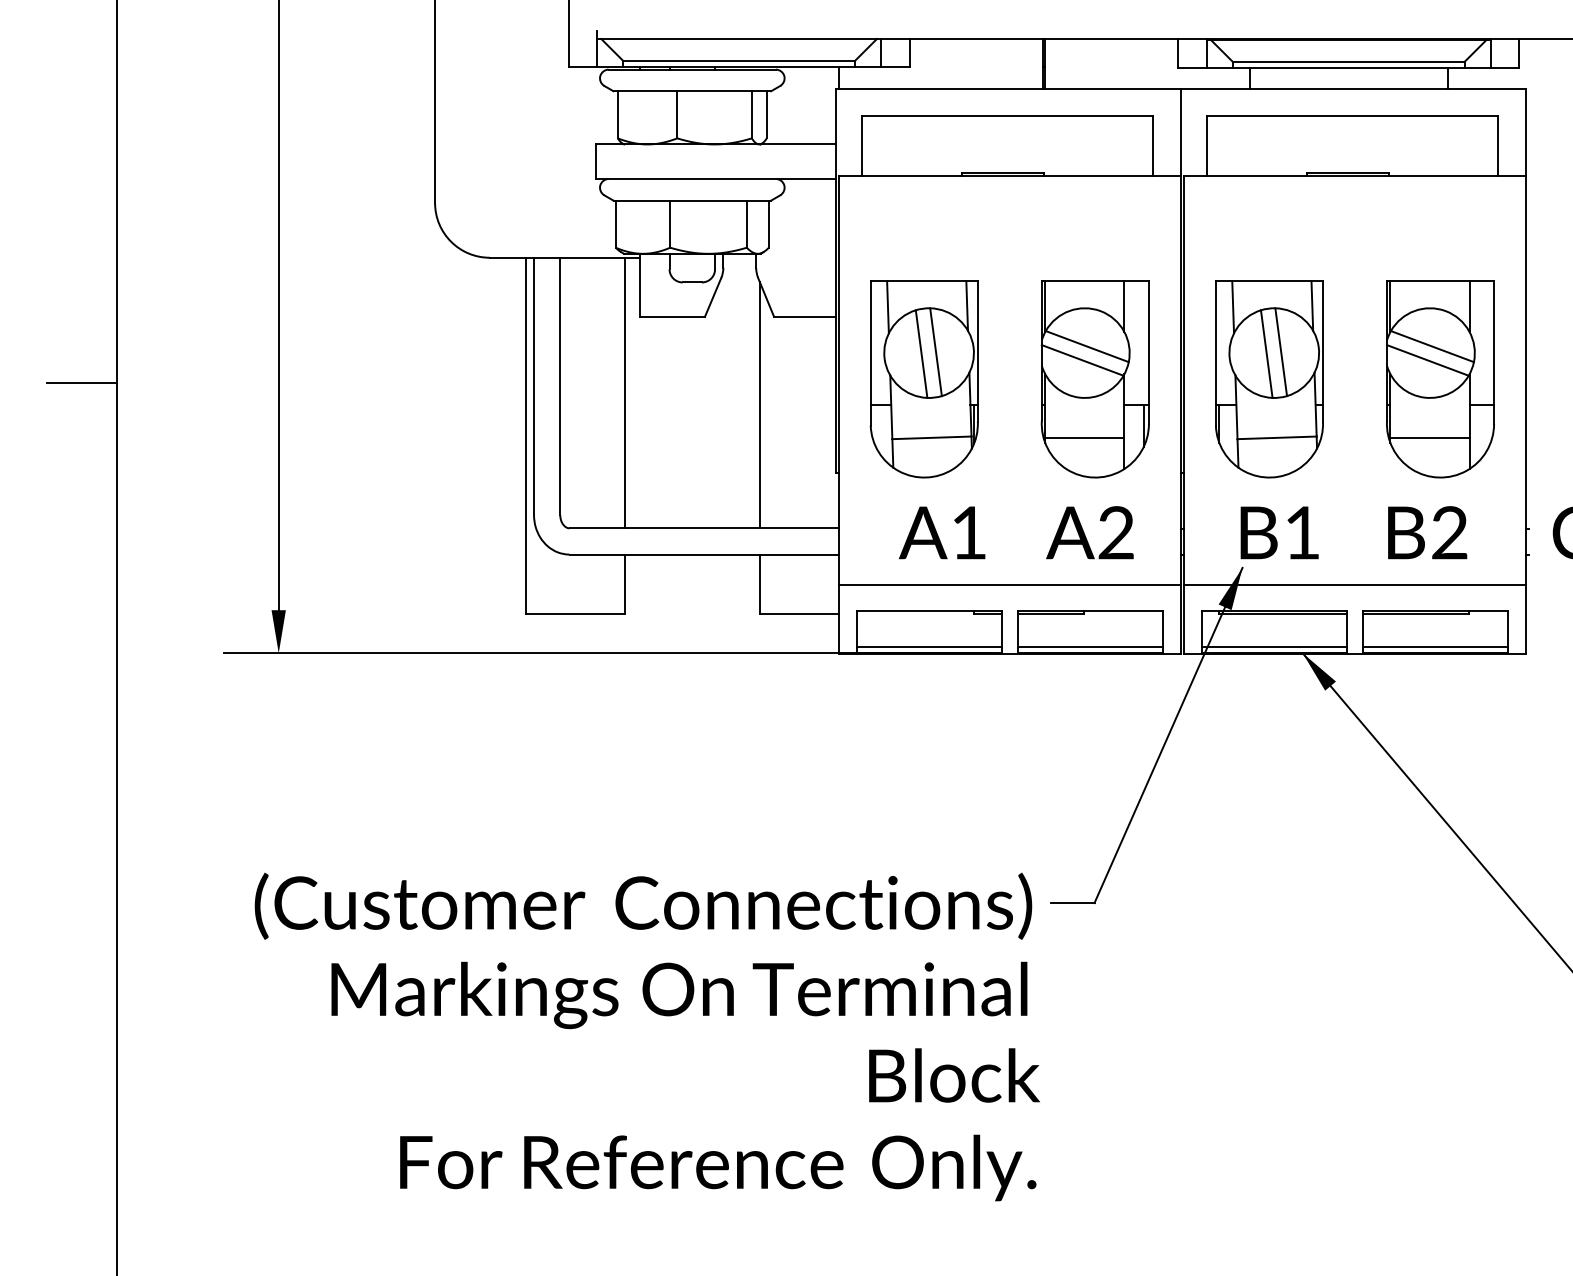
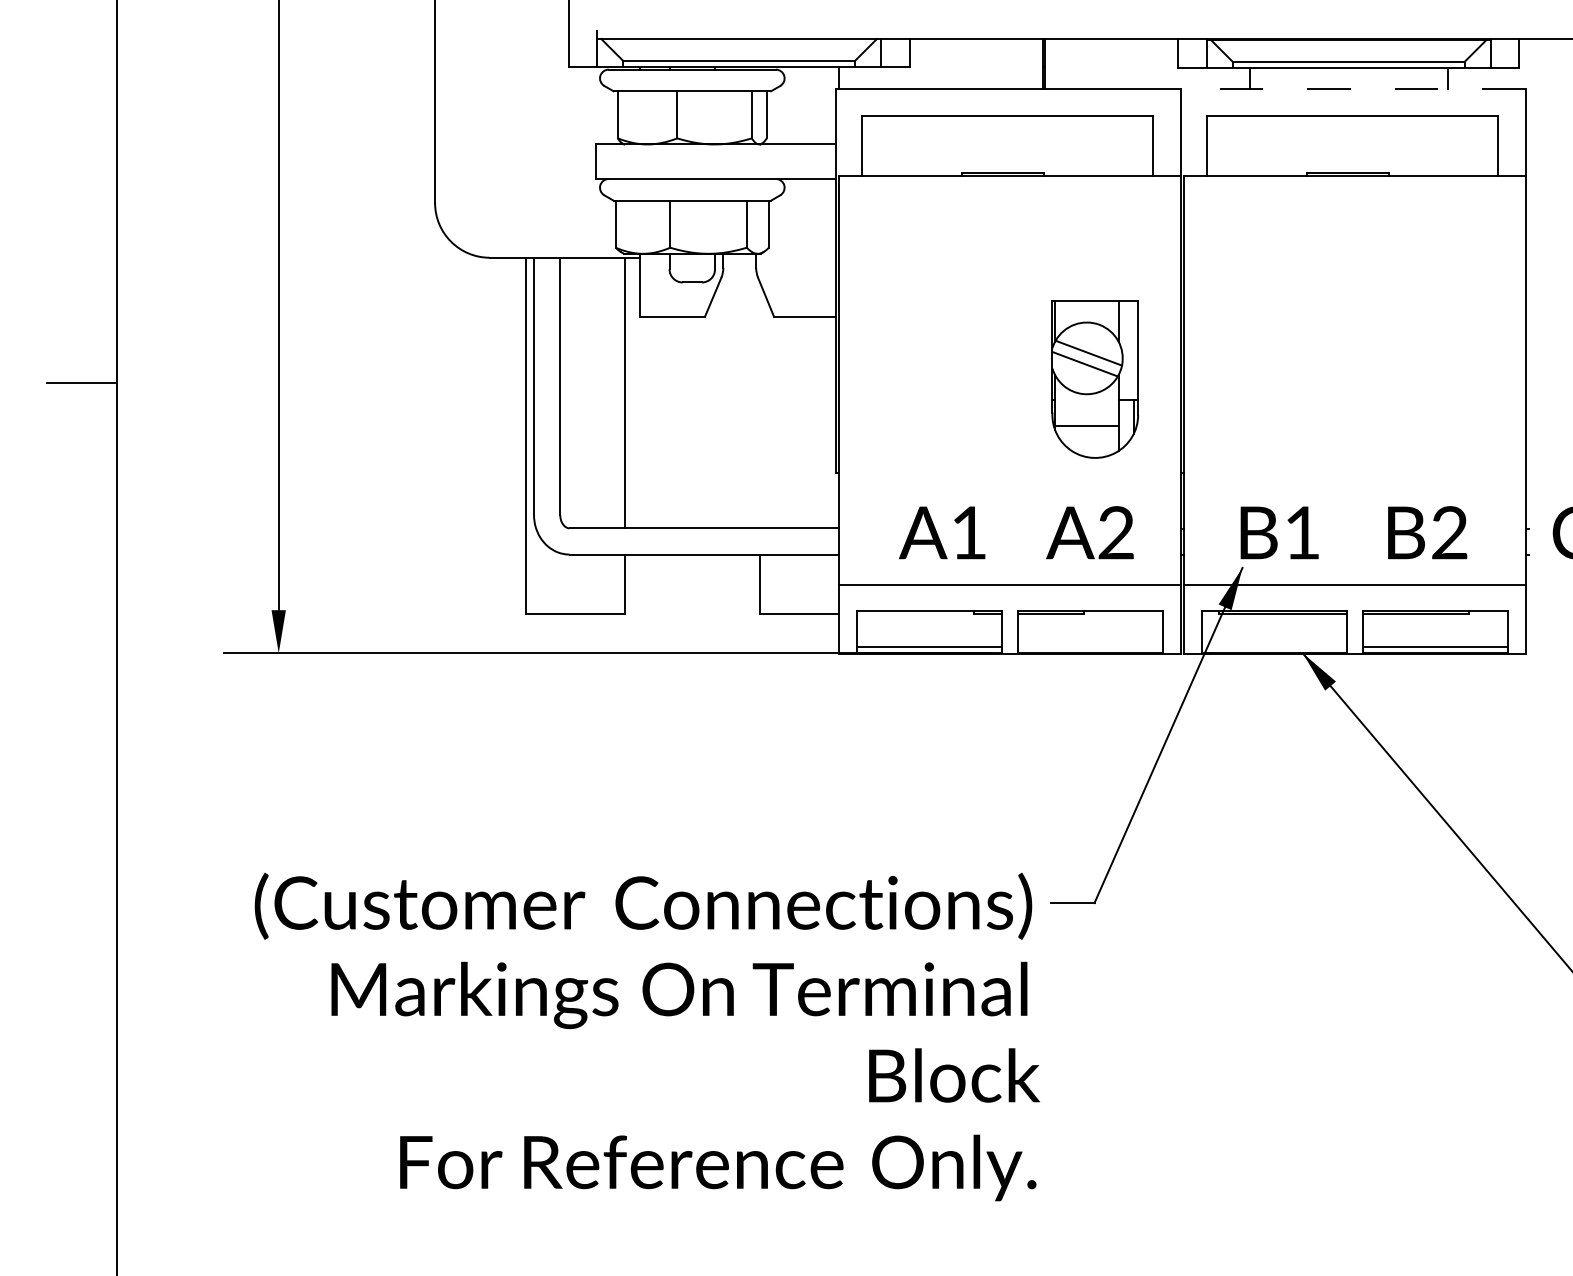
line at (1353, 89): solid -> dashed
part at (923, 379): present -> none
part at (1094, 379) size: 110x199 px -> 88x159 px
part at (1269, 379): present -> none
part at (1440, 379): present -> none
line at (759, 405): present -> none
line at (1090, 647): present -> none
line at (1273, 647): present -> none
